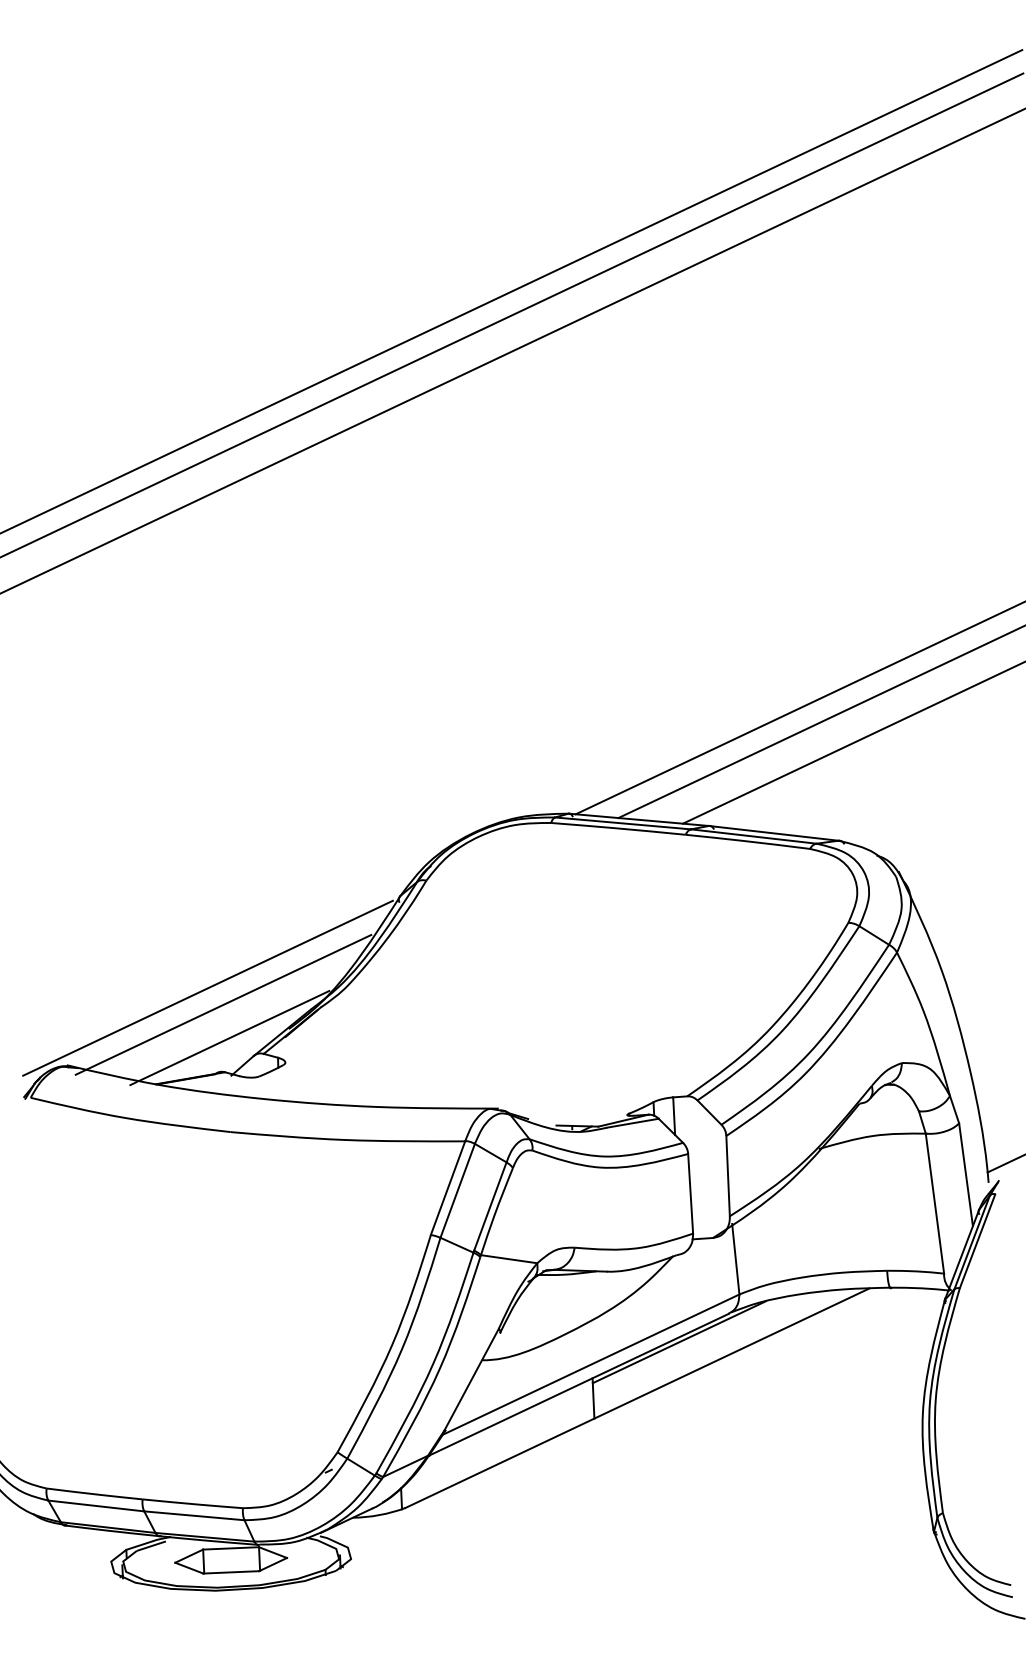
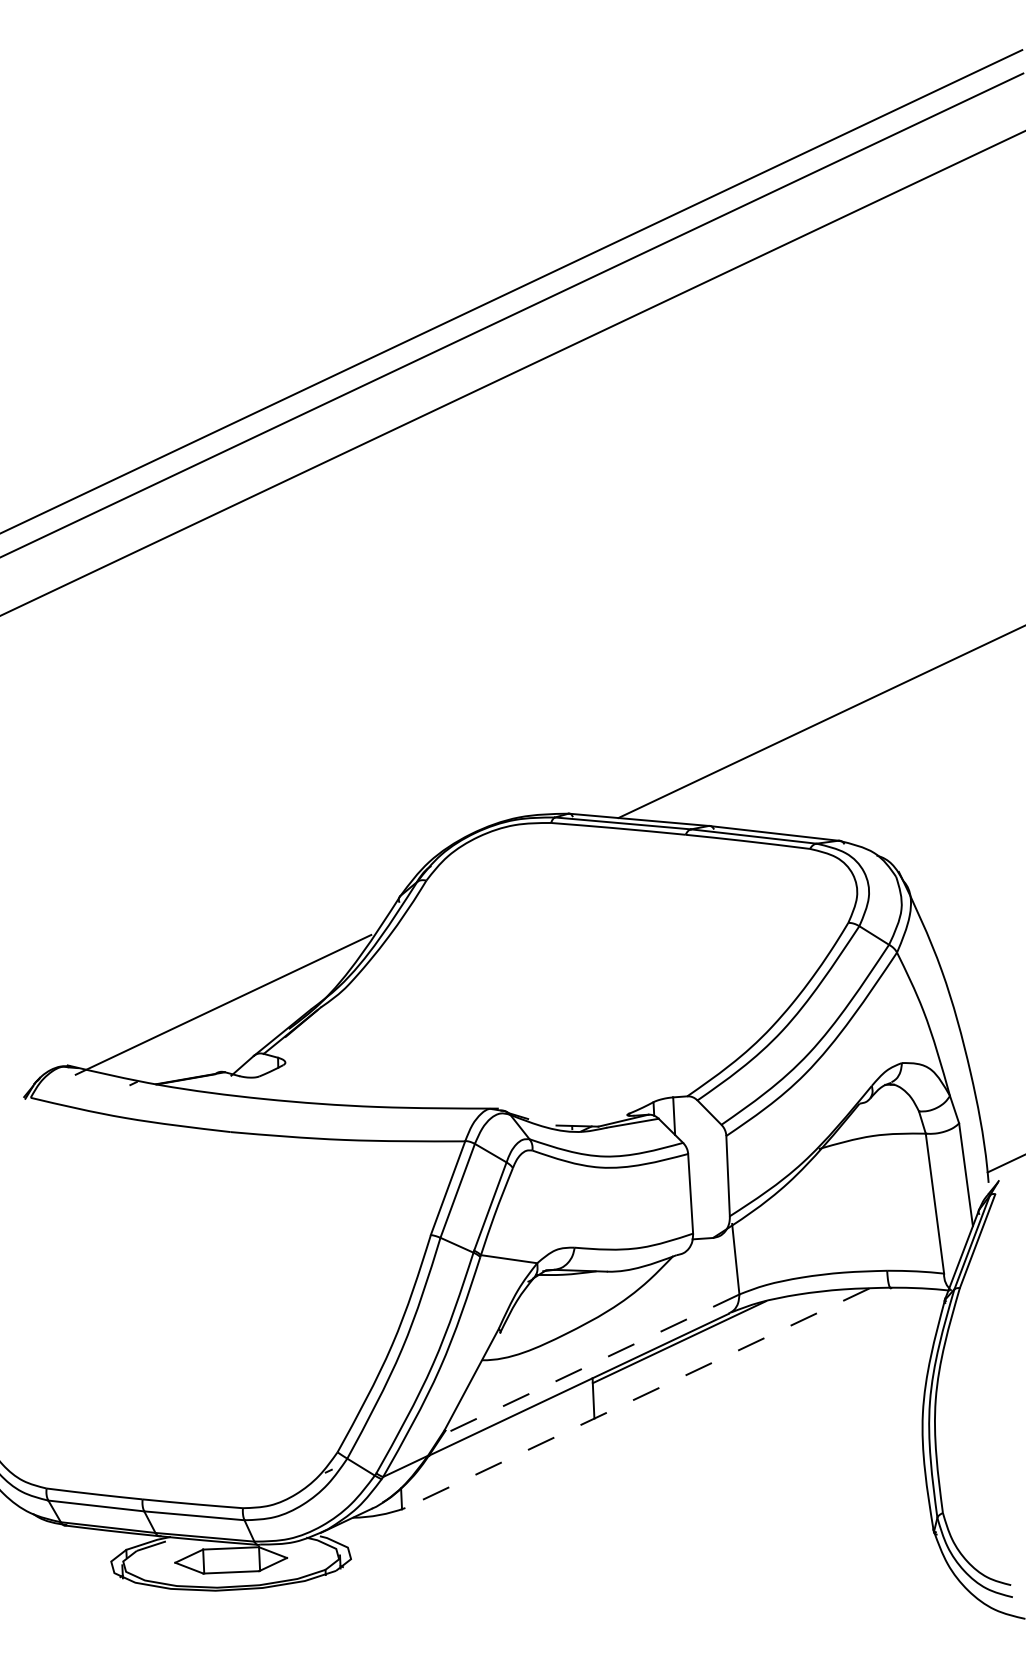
line at (512, 351) position: (512, 351) -> (512, 373)
line at (798, 708): present -> none
line at (852, 742): present -> none
line at (207, 987): present -> none
line at (234, 1035): present -> none
line at (590, 1364): solid -> dashed
line at (637, 1398): solid -> dashed
